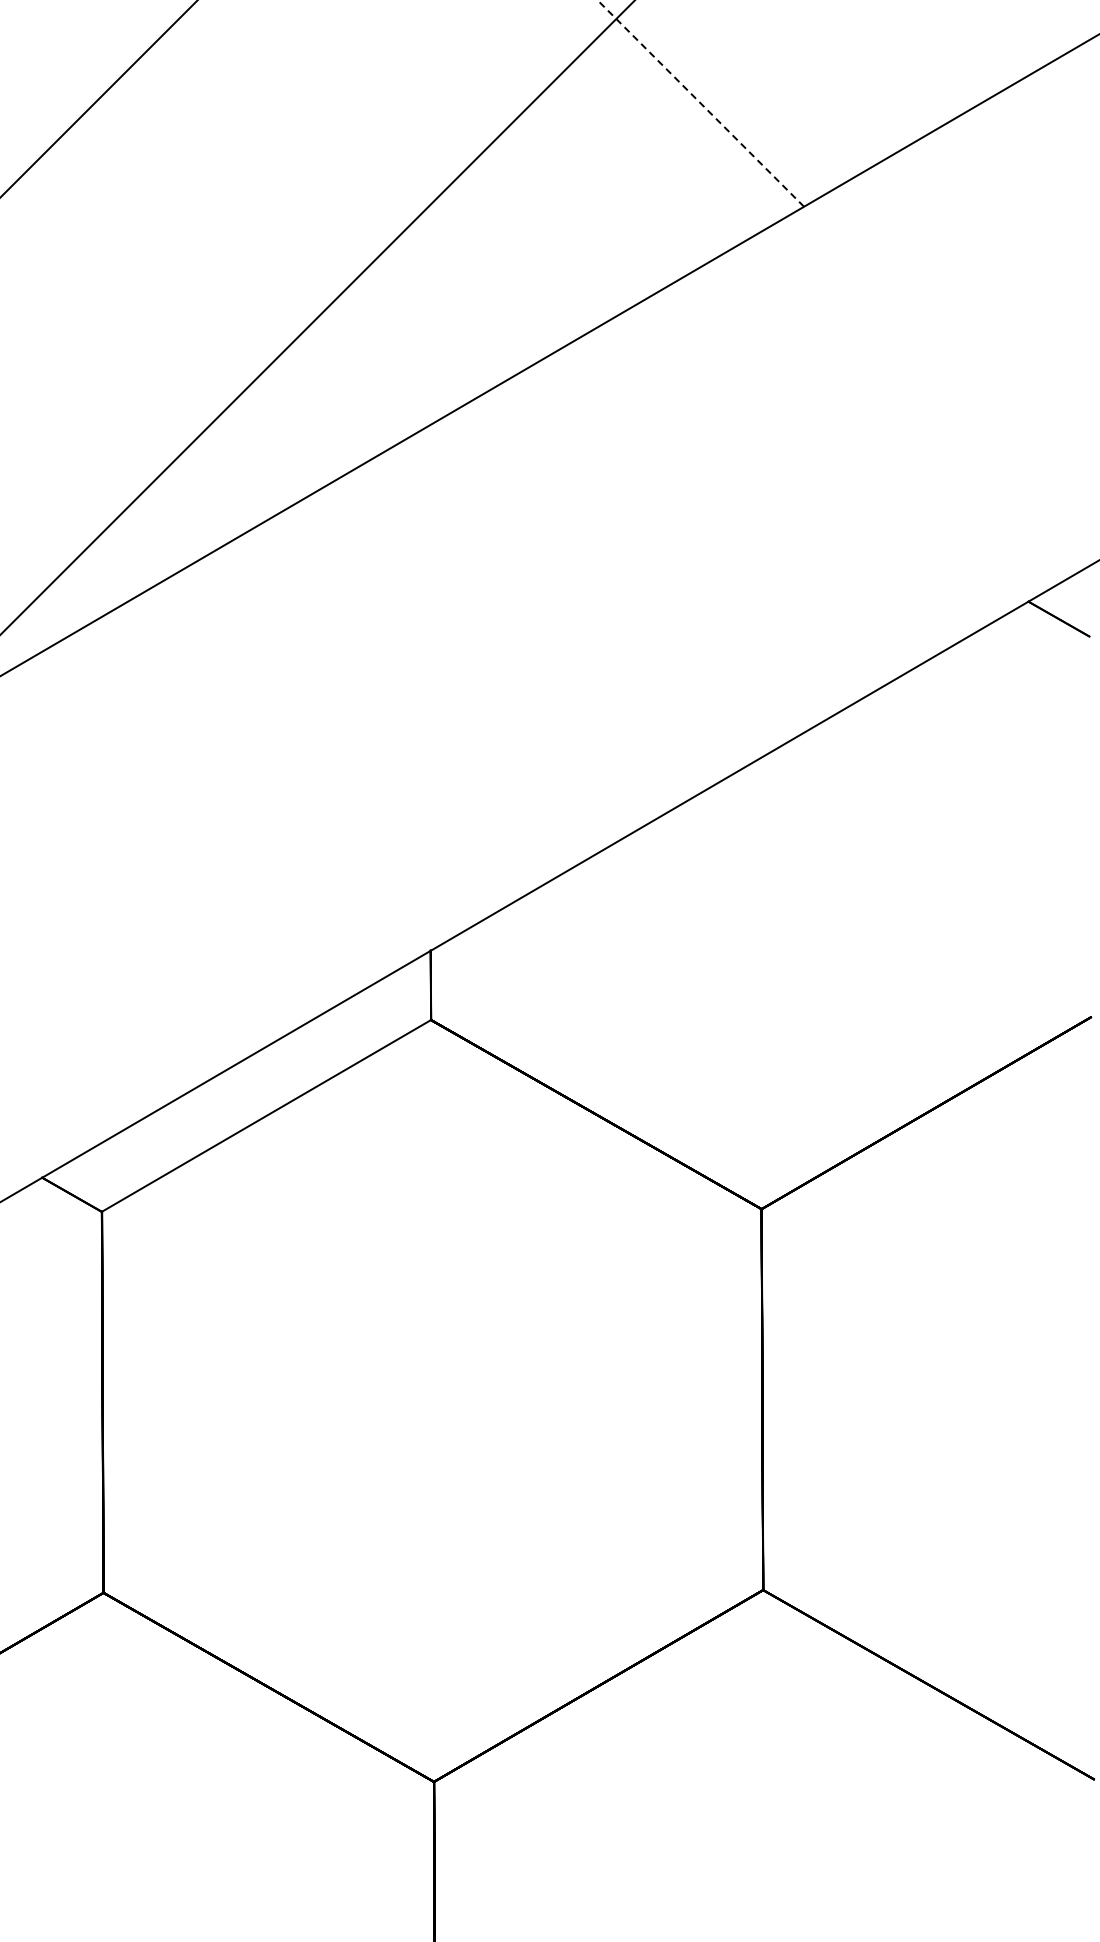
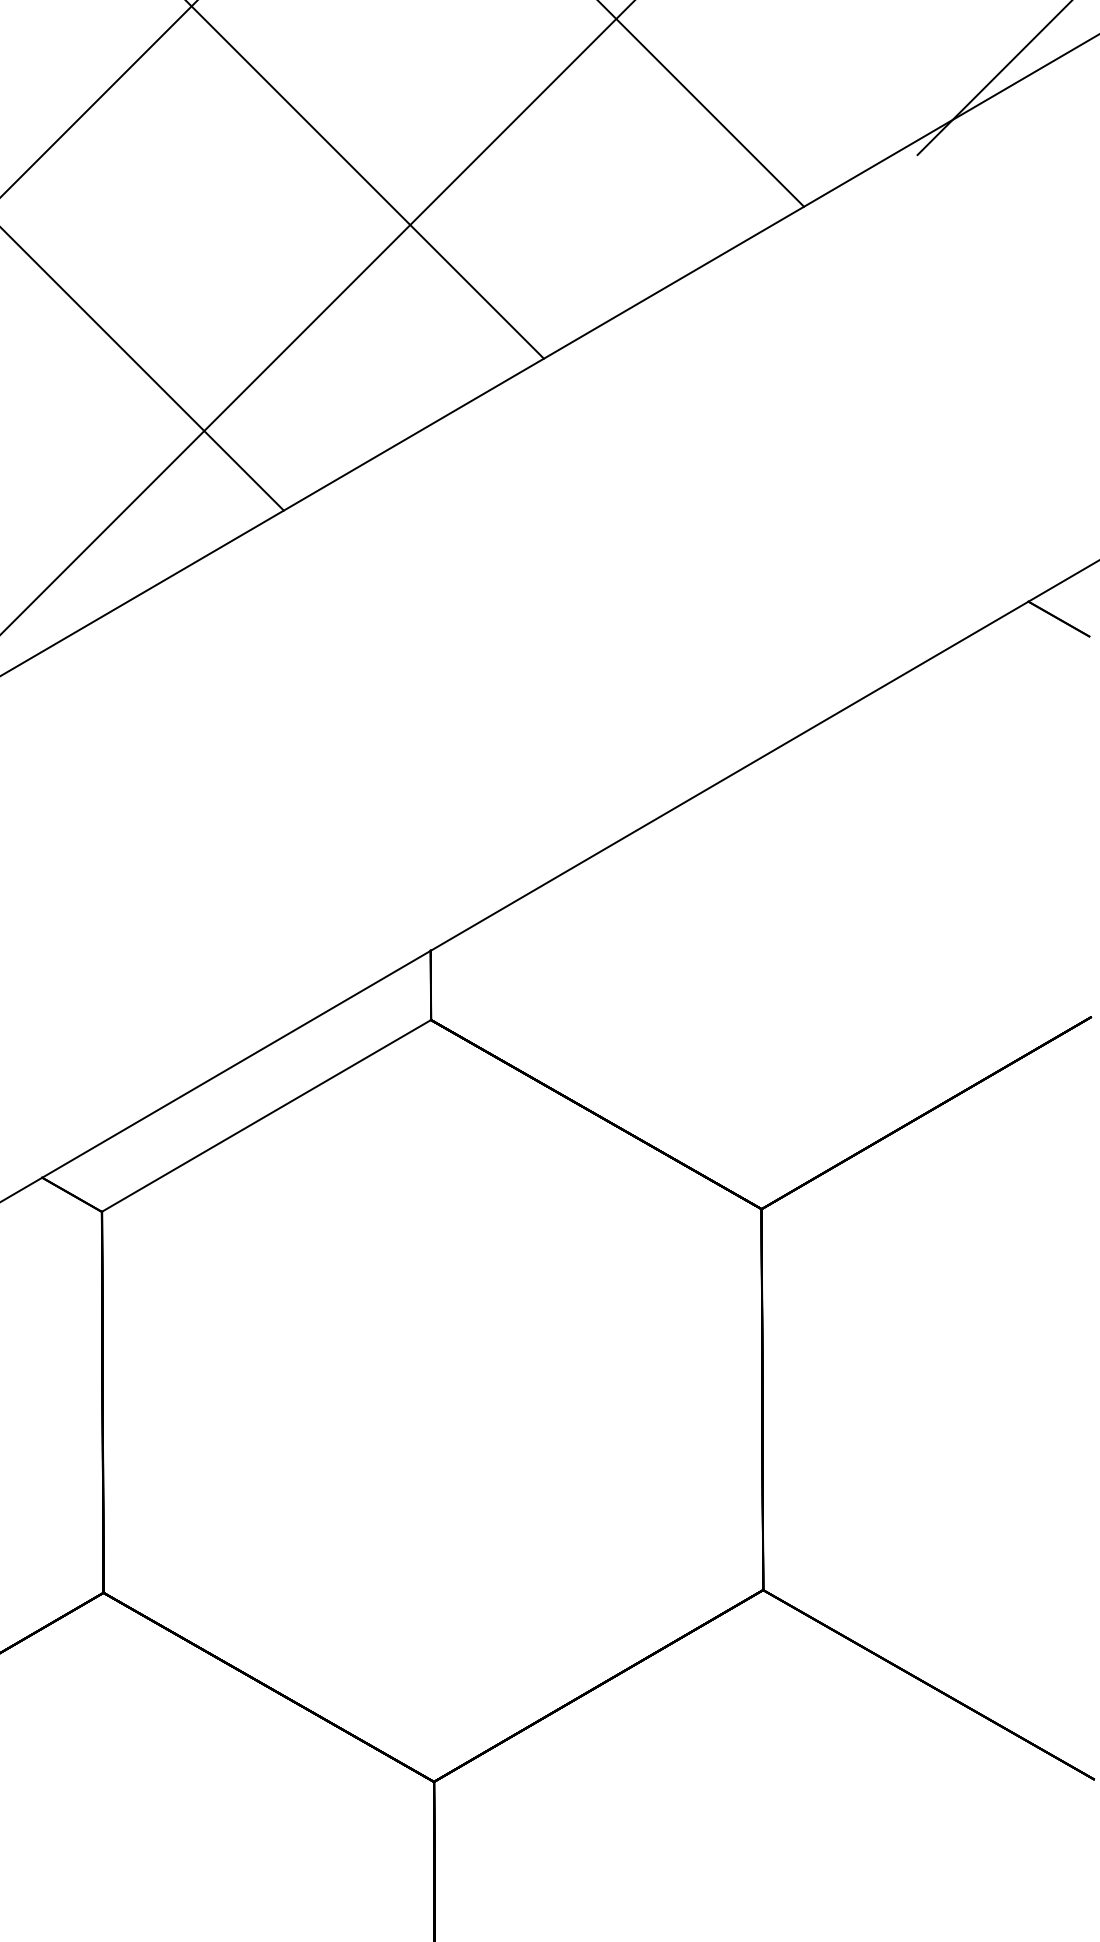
line at (993, 78): none -> present
line at (700, 103): dashed -> solid
line at (365, 180): none -> present
line at (142, 369): none -> present
